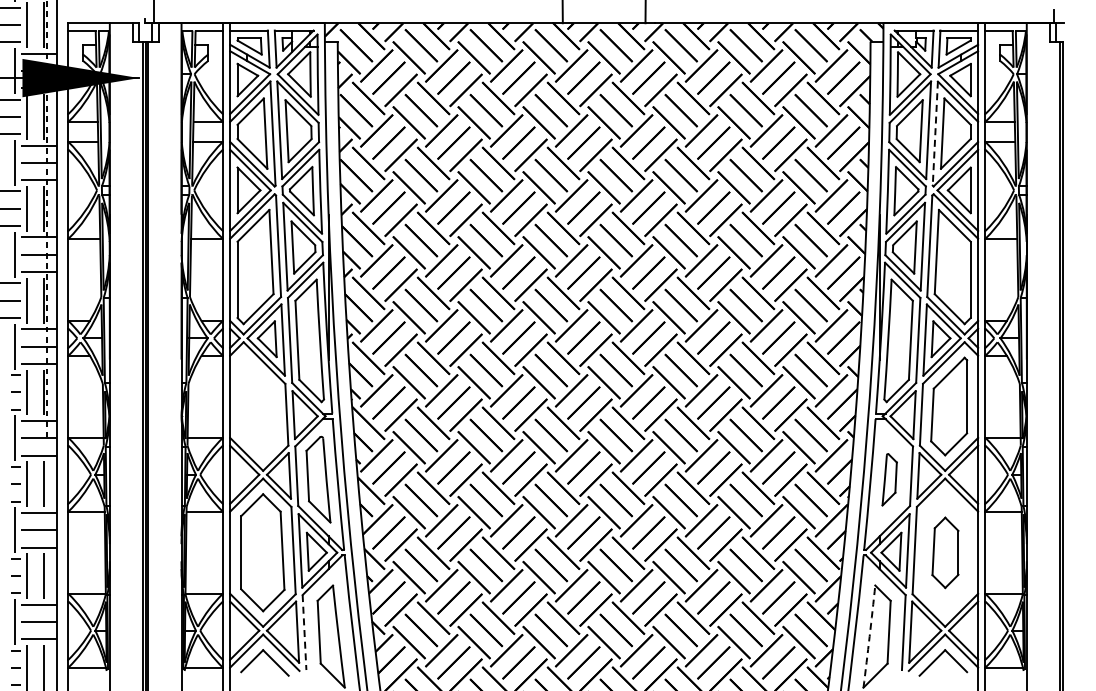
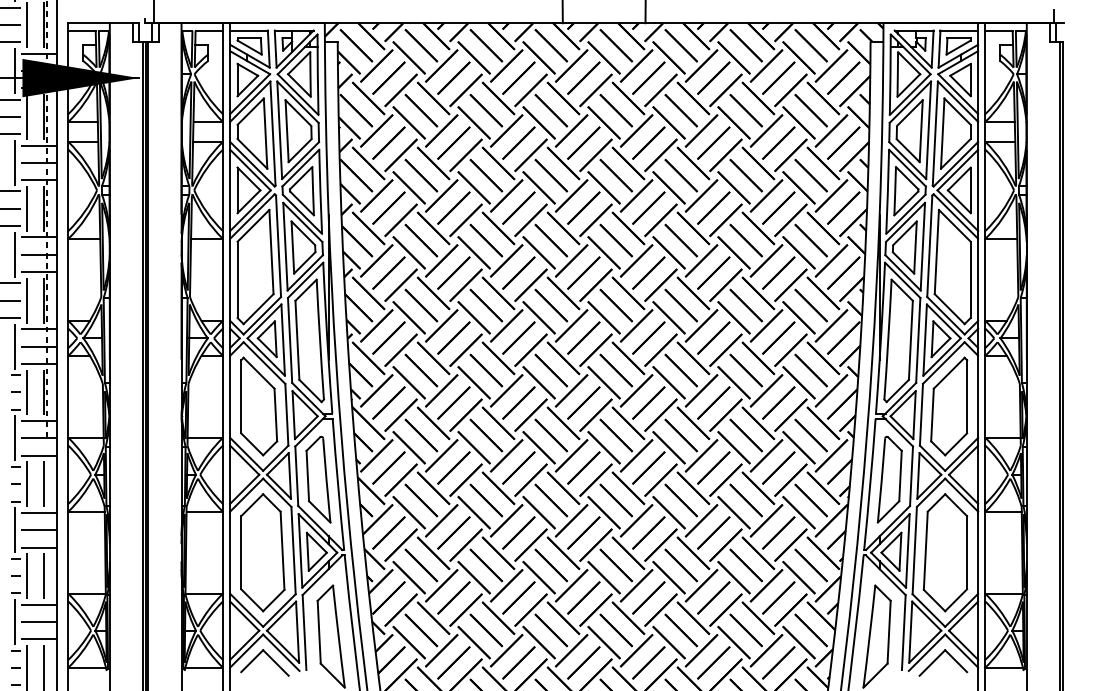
line at (935, 134): dashed -> solid
part at (259, 406): none -> present
part at (889, 479) size: 17x54 px -> 27x88 px
part at (945, 552) size: 29x74 px -> 47x120 px
line at (304, 632): dashed -> solid
arc at (869, 636): dashed -> solid
